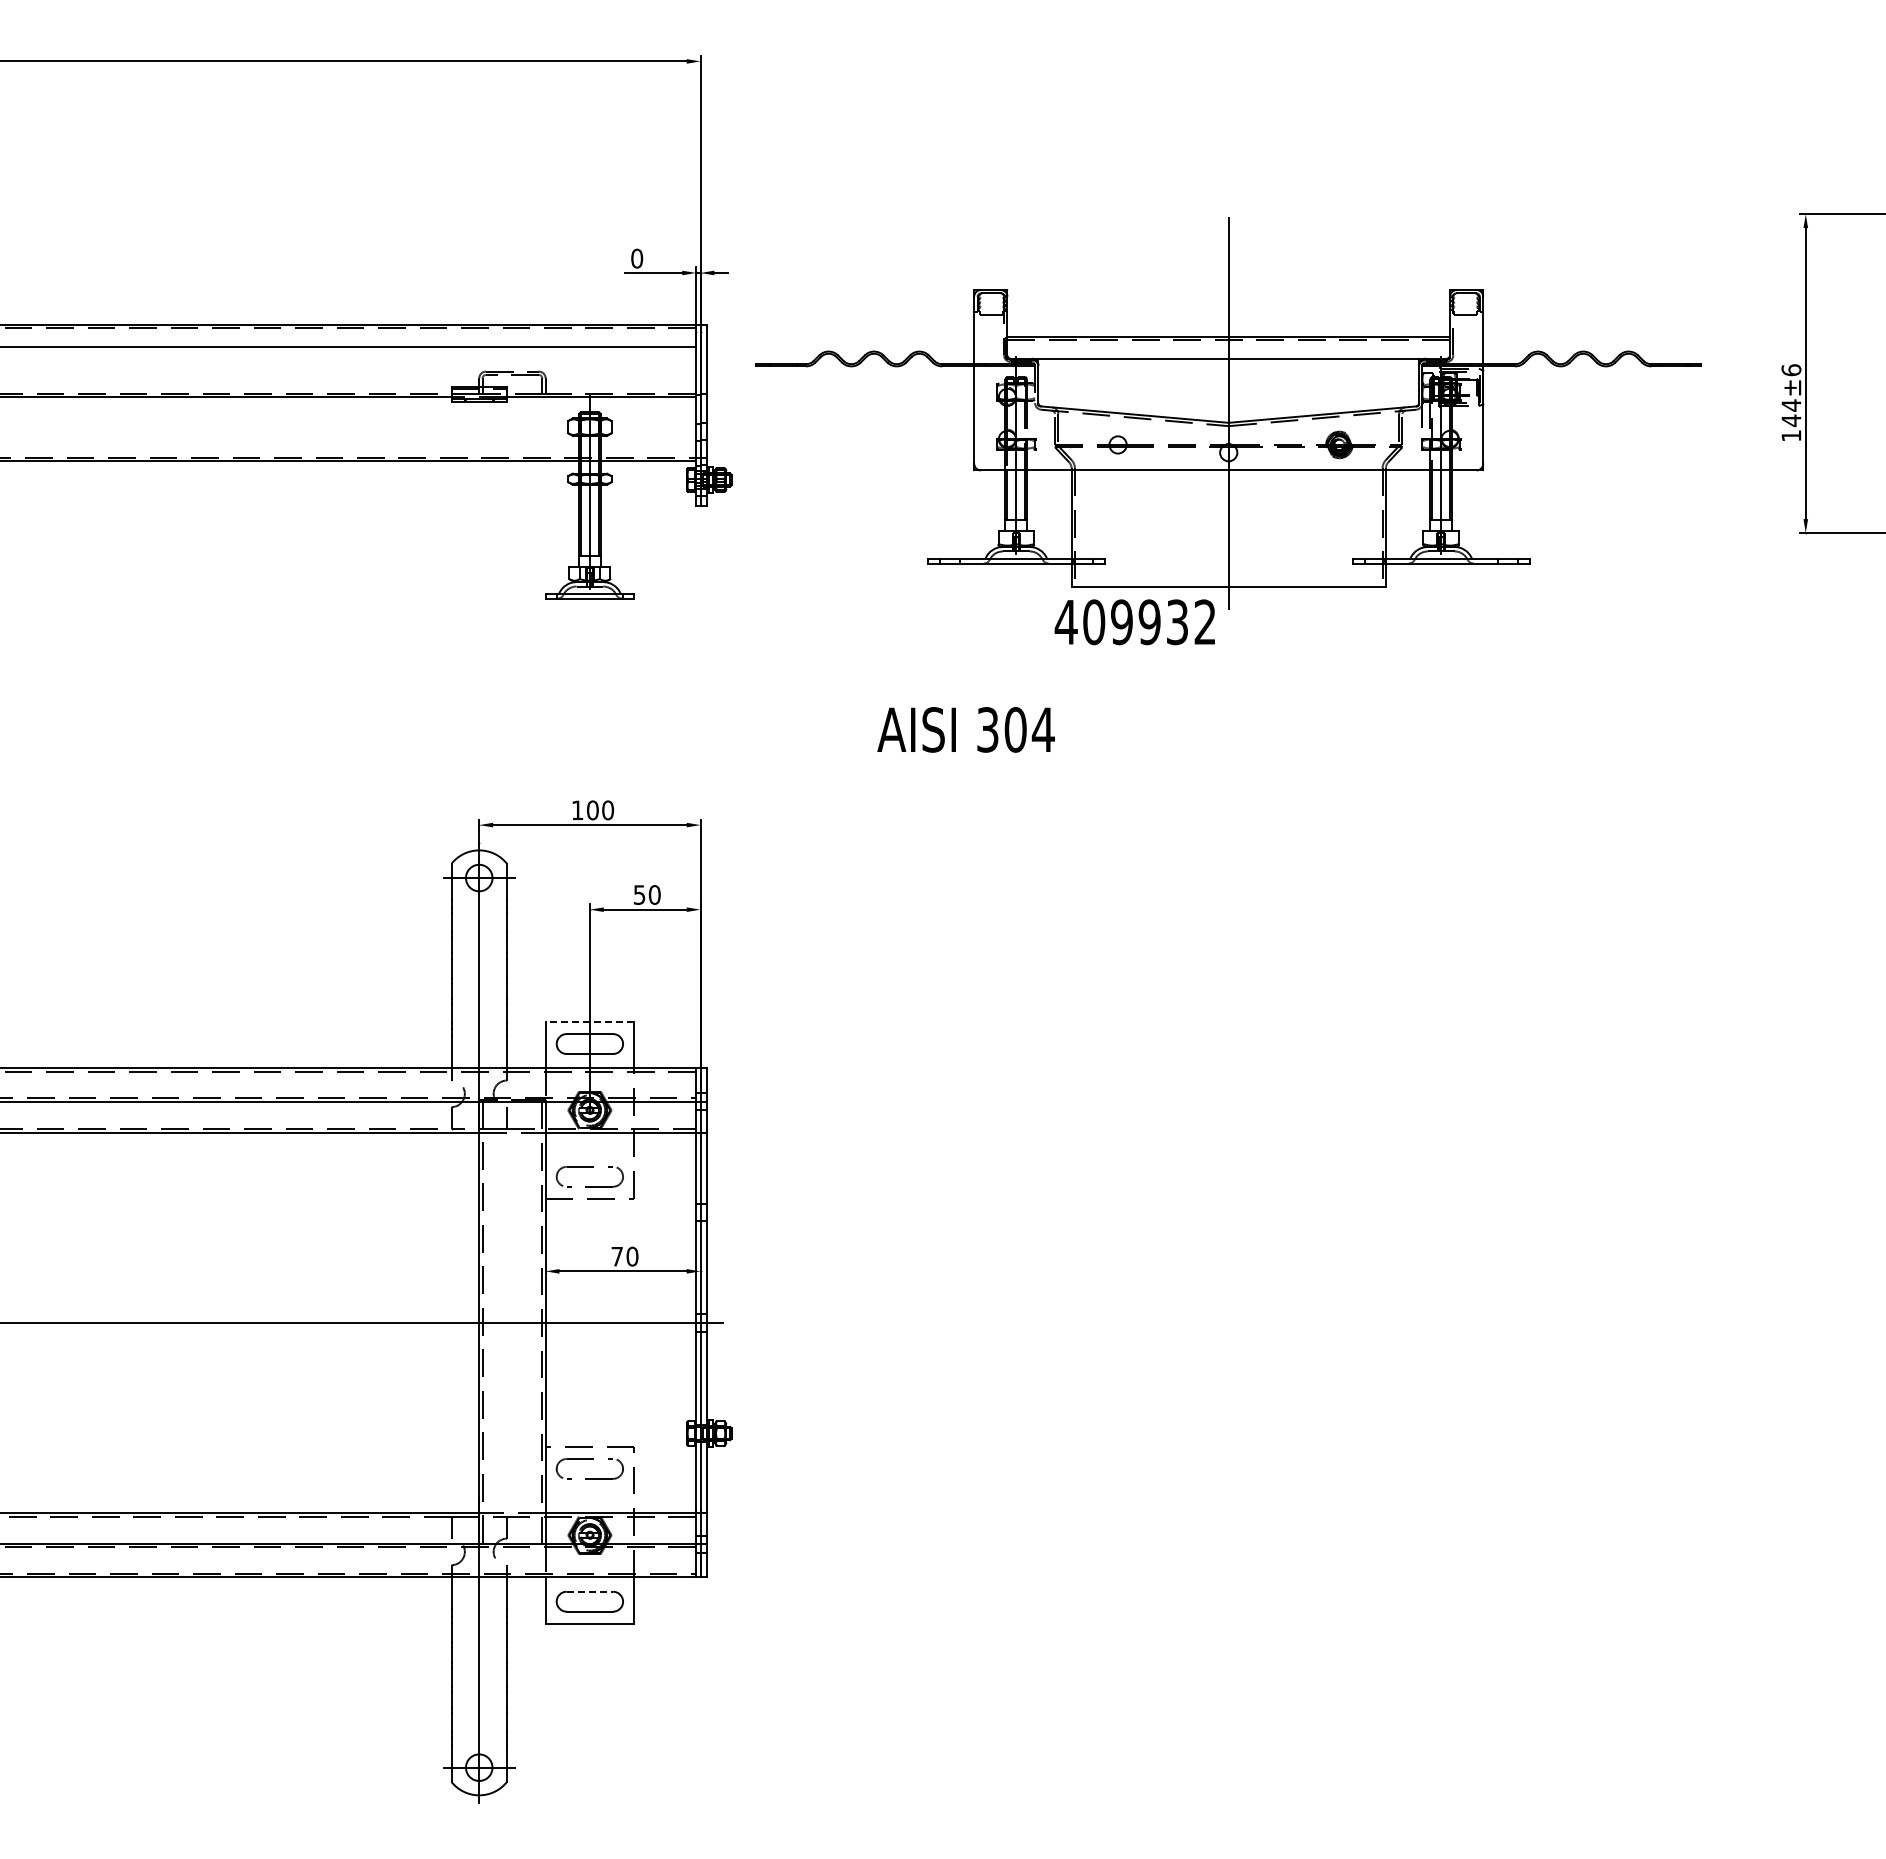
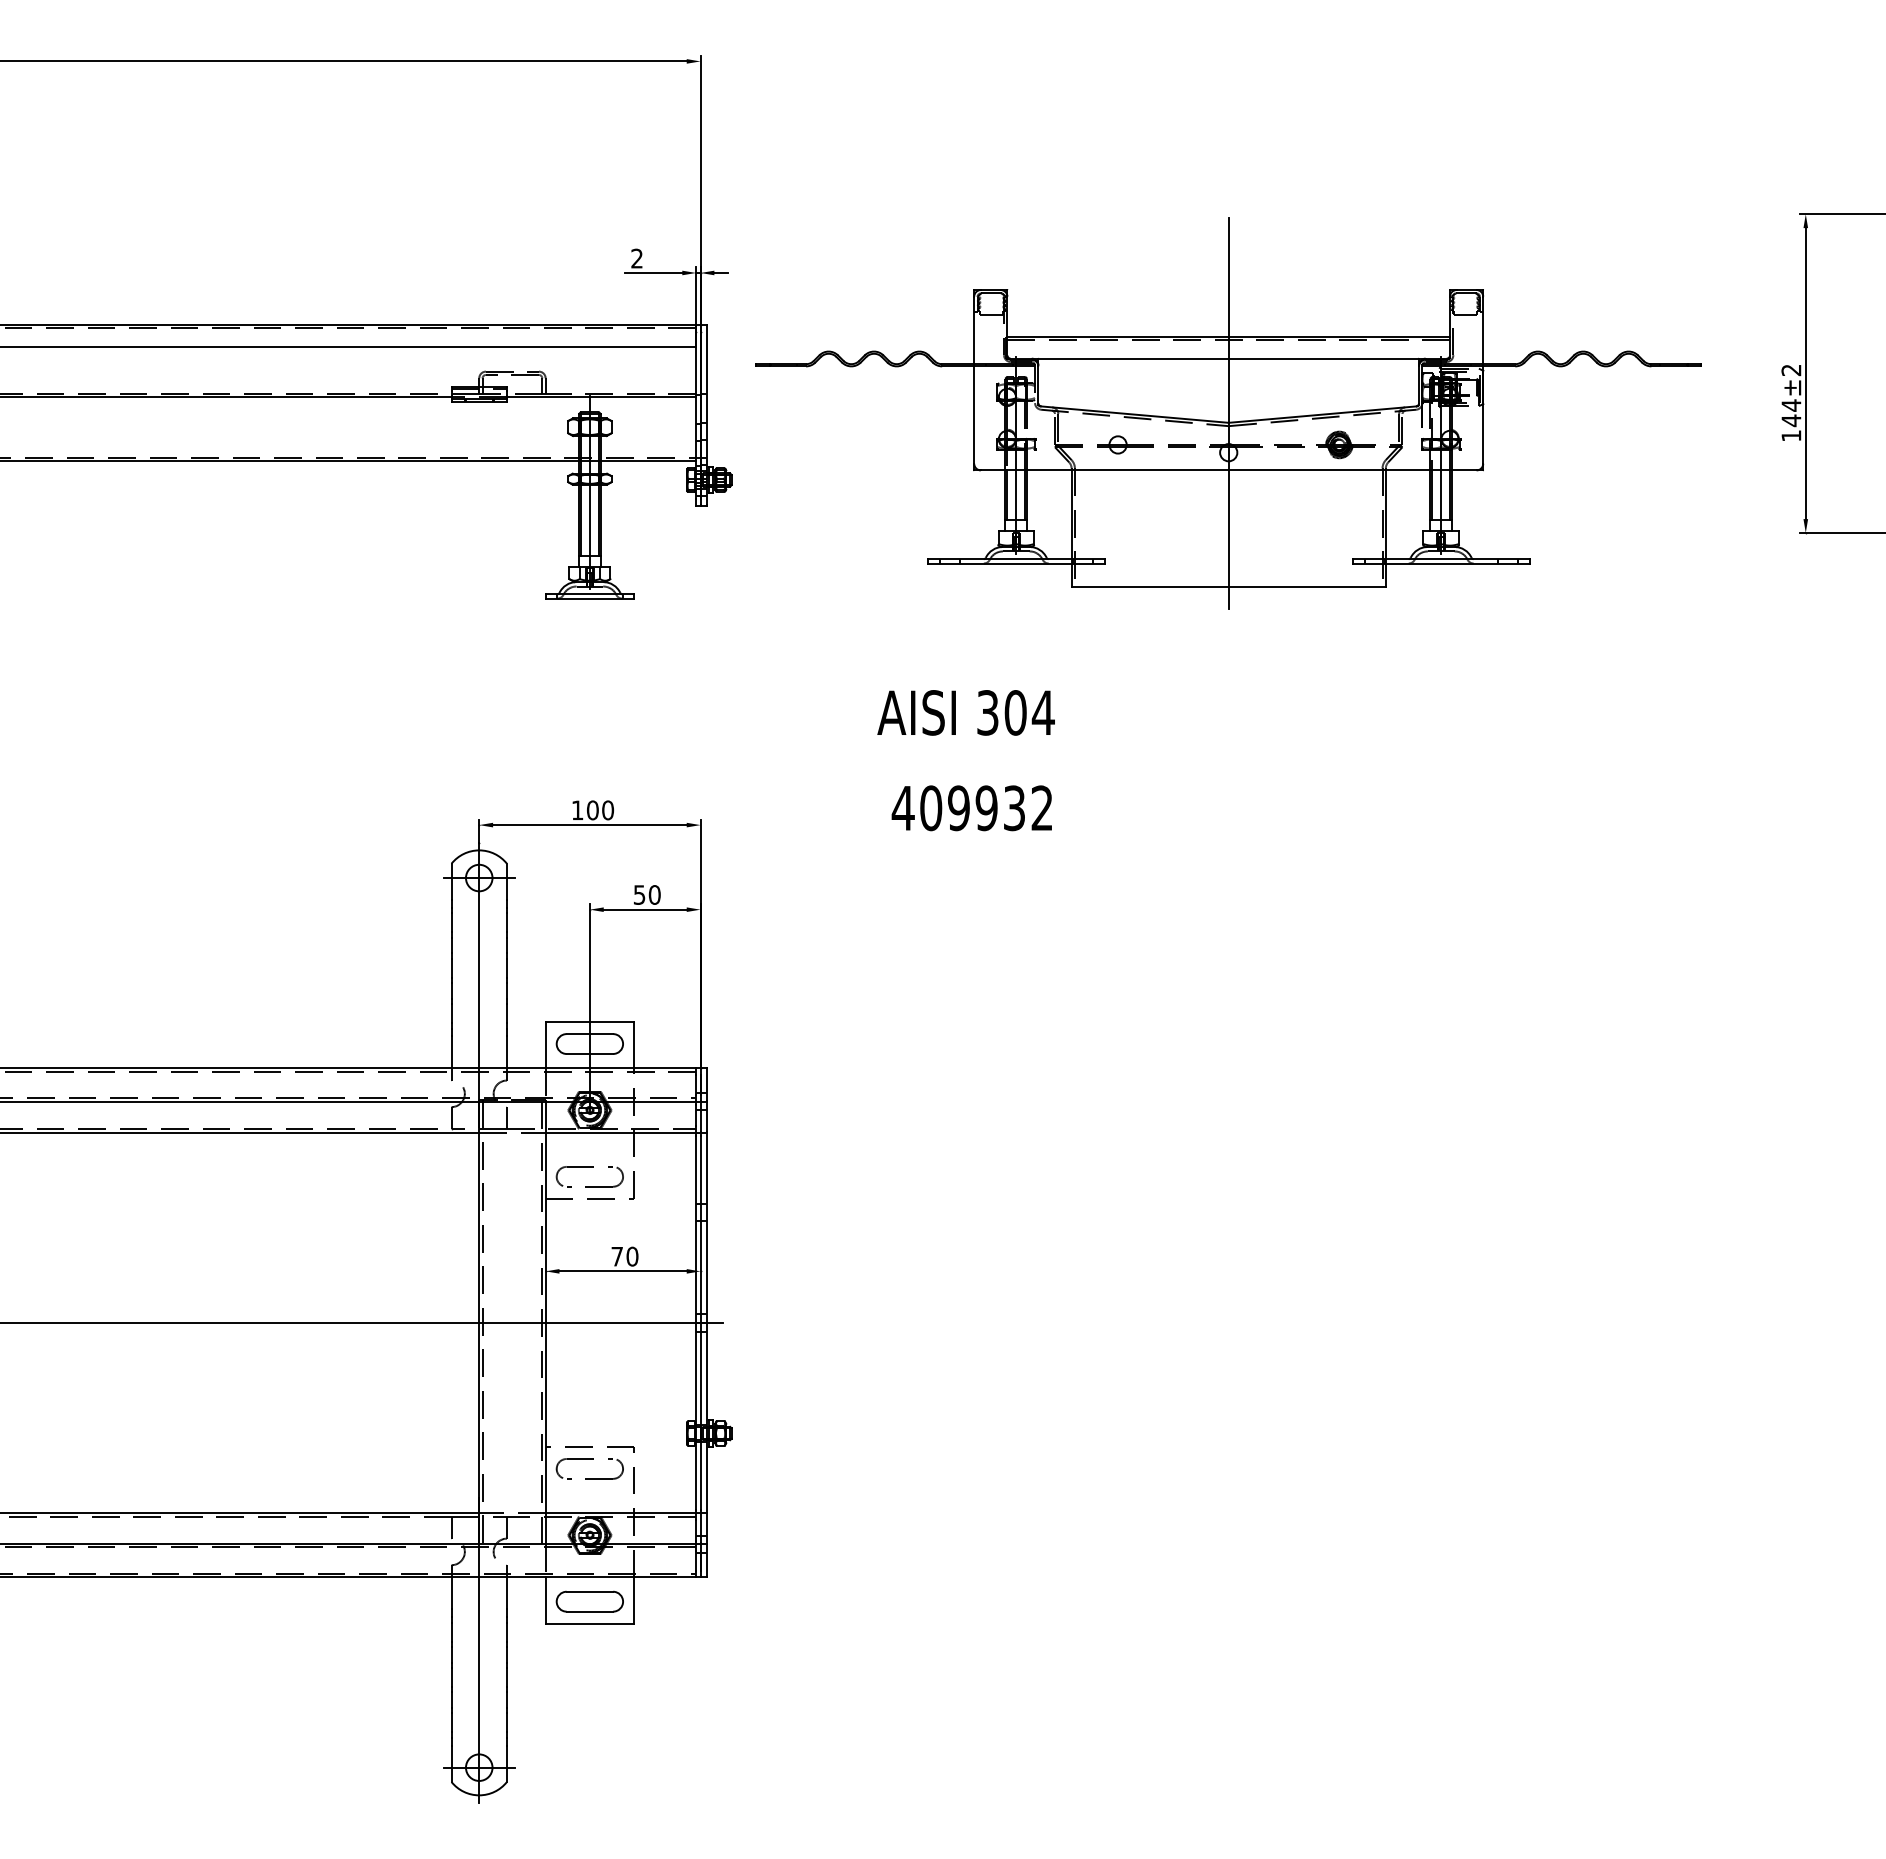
text at (637, 258): 0 -> 2
text at (1791, 370): ±6 -> ±2
text at (1134, 622) position: (1134, 622) -> (971, 808)
text at (965, 729) position: (965, 729) -> (965, 712)
line at (589, 1021): dashed -> solid
line at (590, 1591): dashed -> solid
